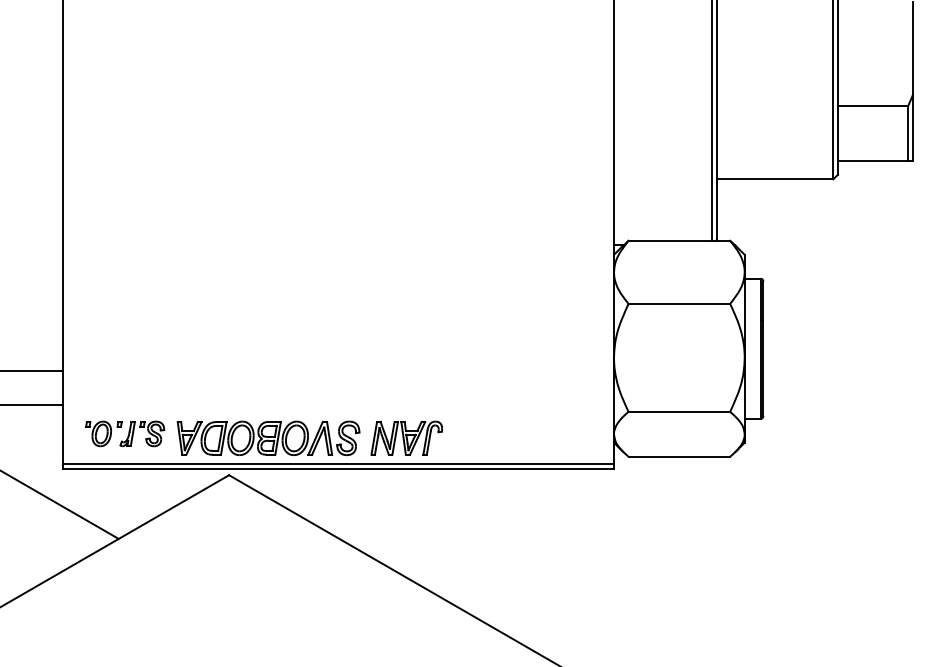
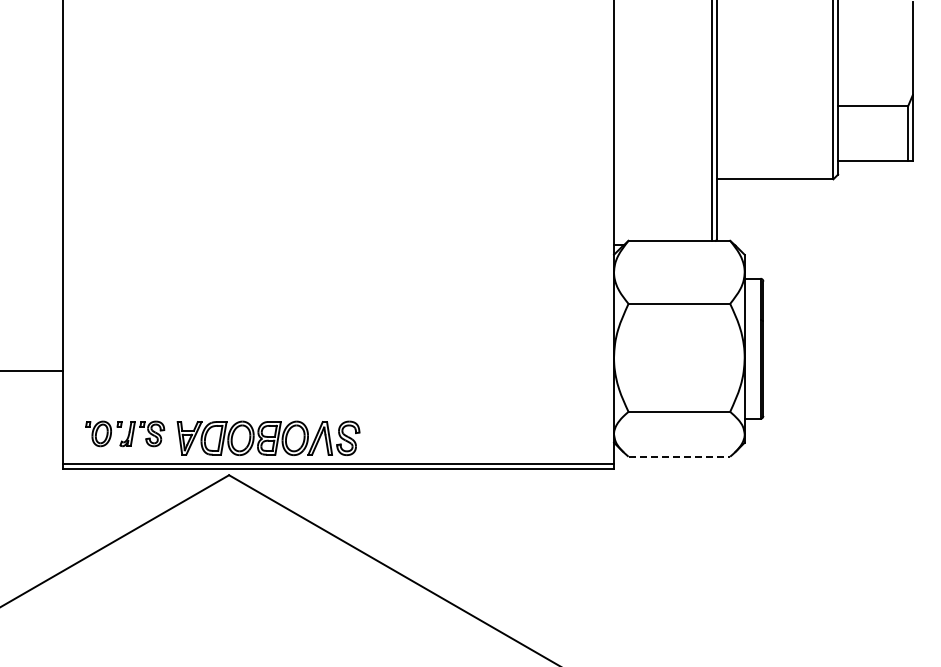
line at (32, 404): present -> none
part at (406, 437): present -> none
line at (679, 456): solid -> dashed
line at (60, 504): present -> none
